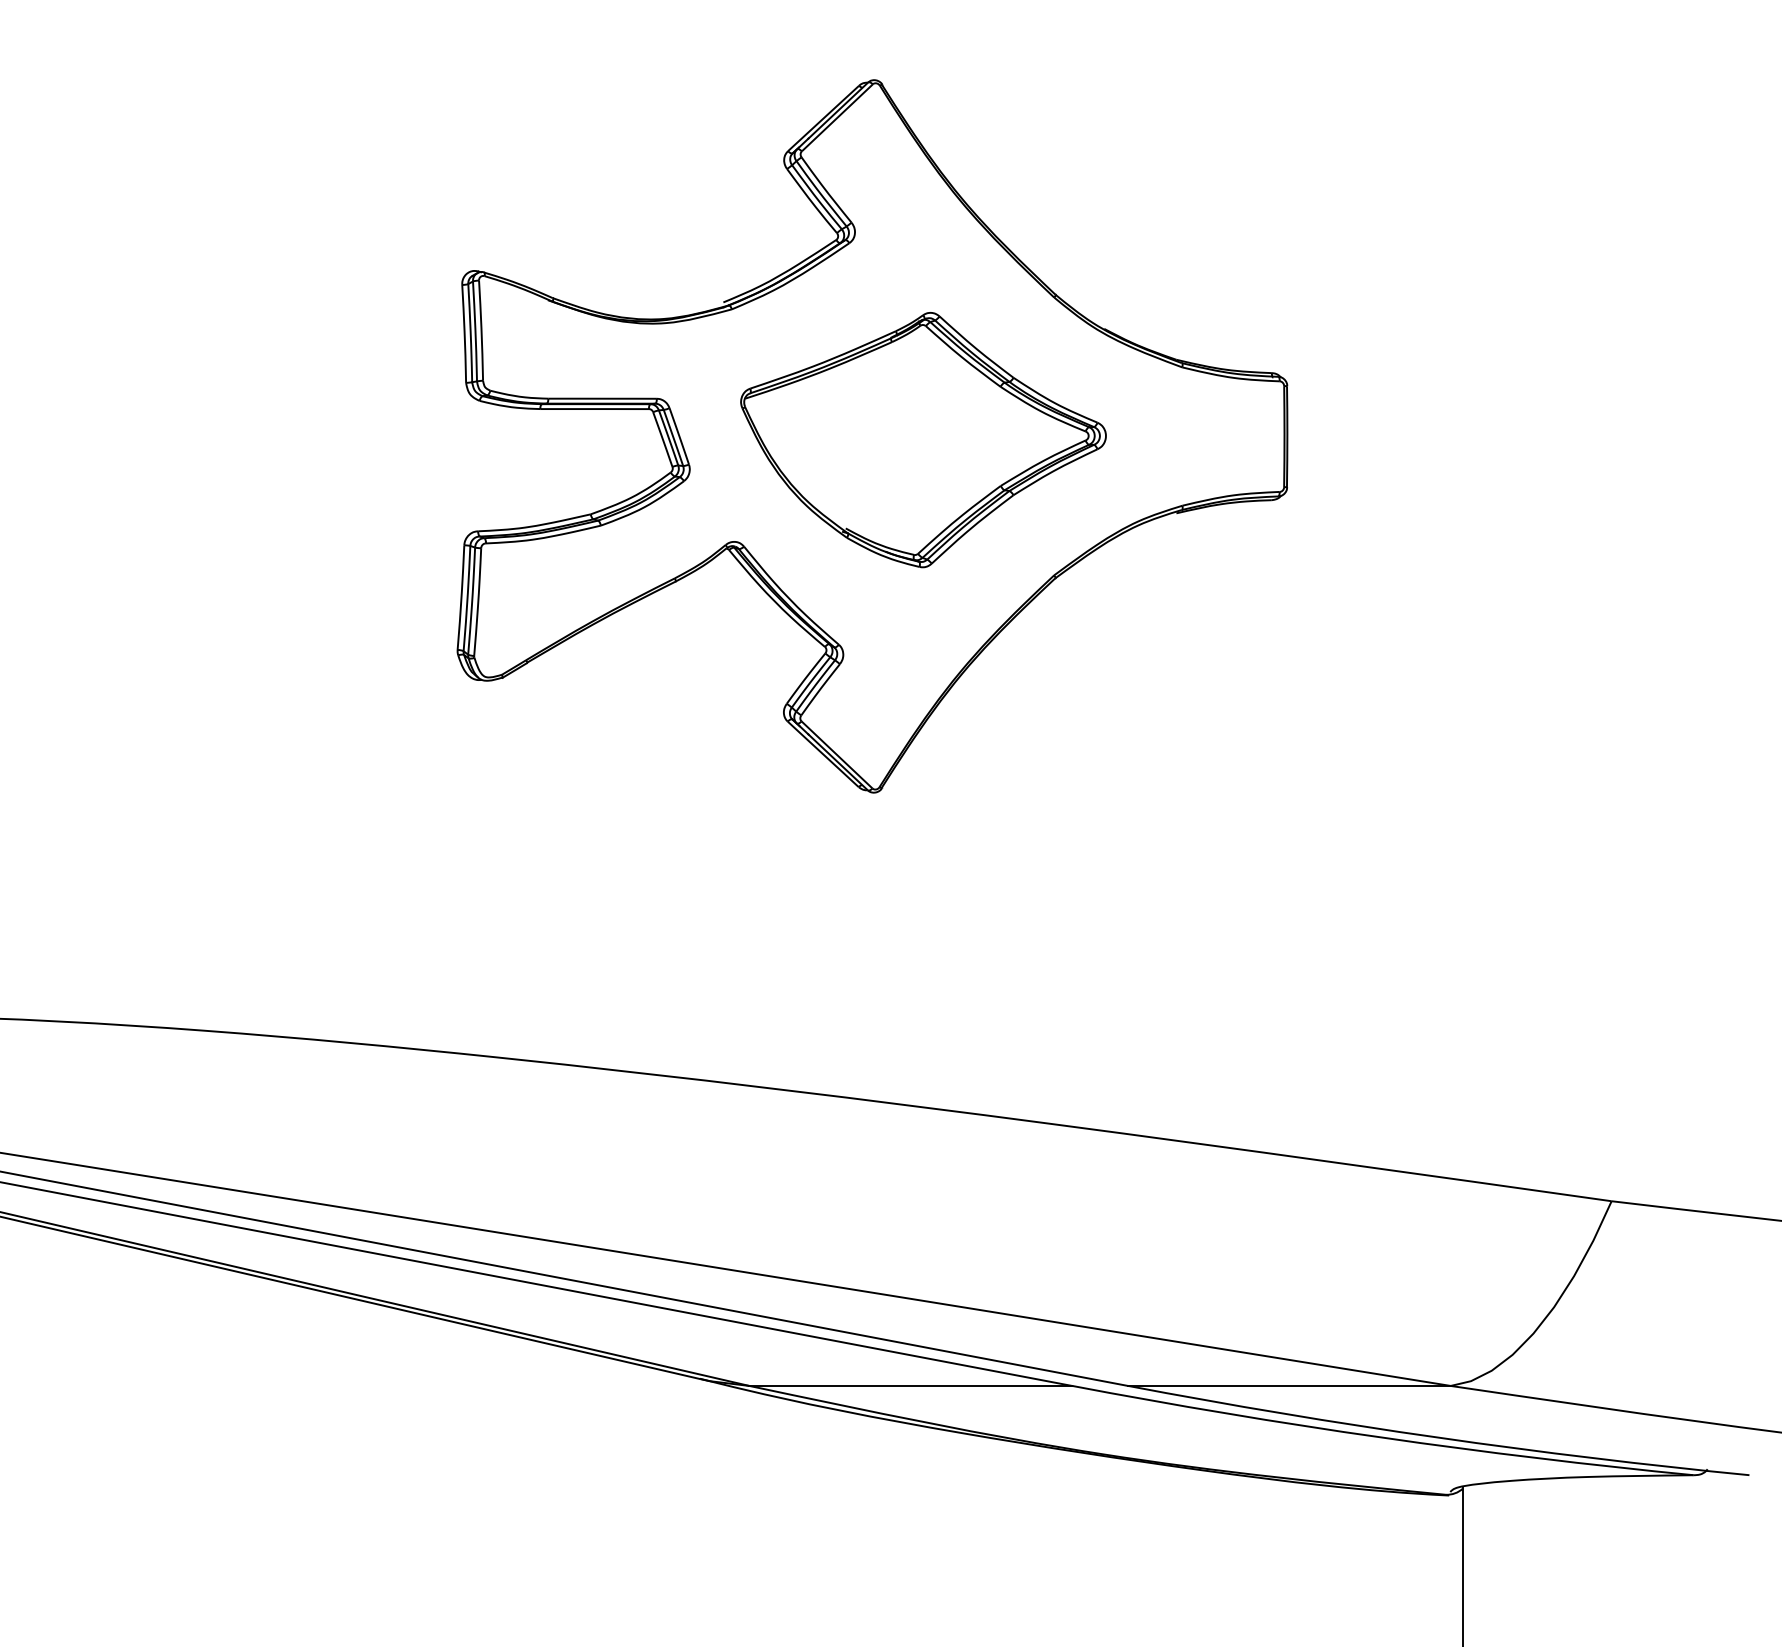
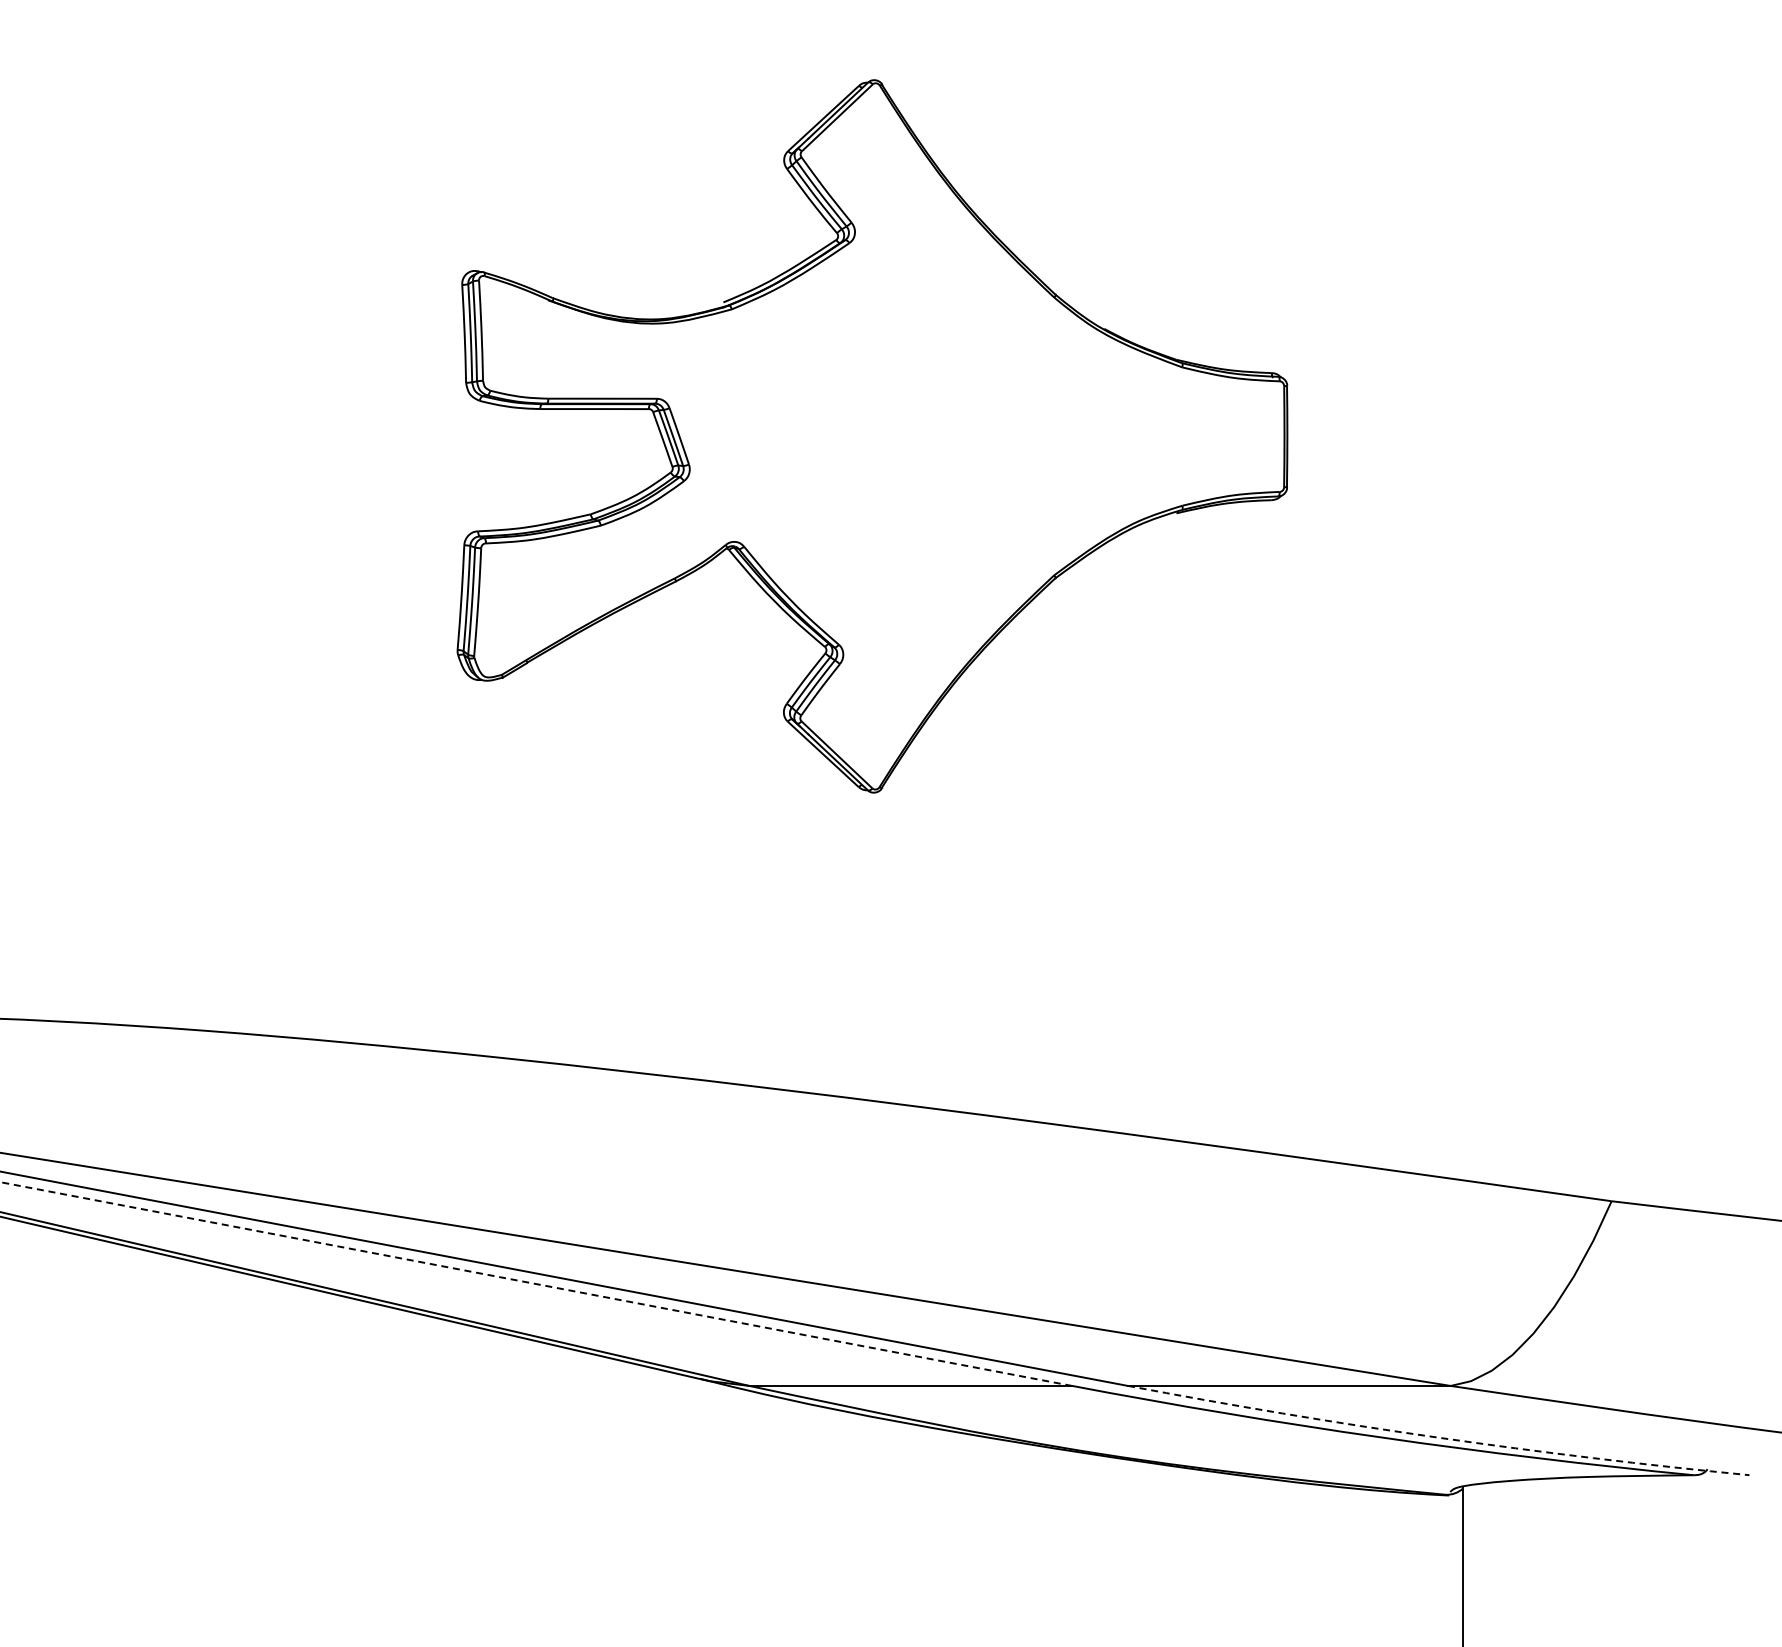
part at (923, 440): present -> none
line at (535, 1284): solid -> dashed
arc at (1437, 1437): solid -> dashed
